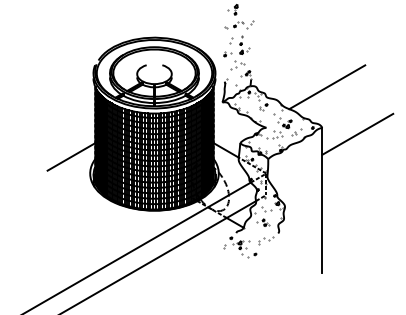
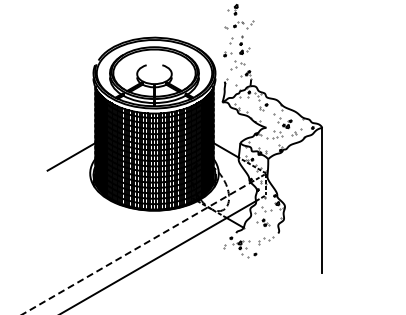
line at (327, 87): present -> none
line at (357, 133): present -> none
line at (136, 248): solid -> dashed
